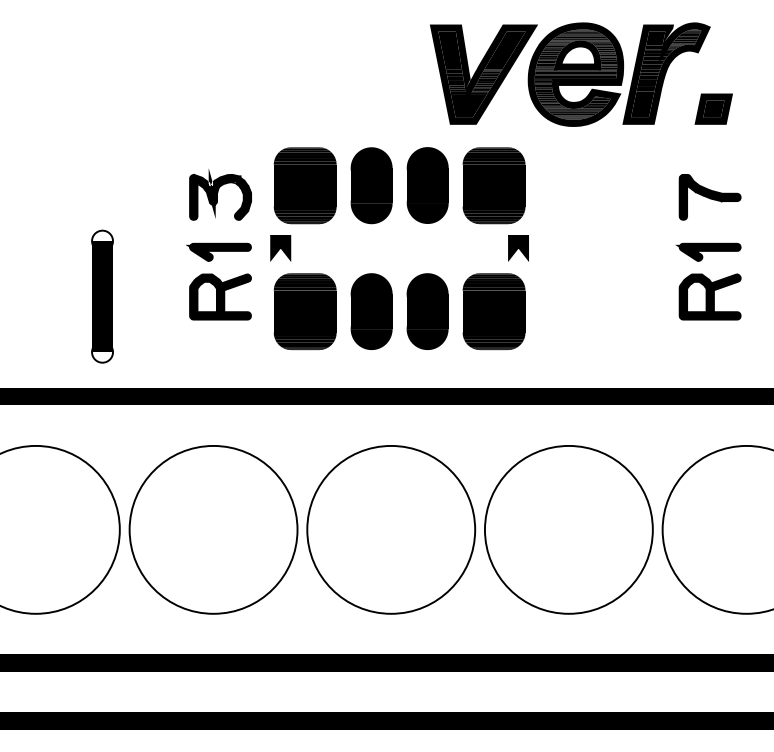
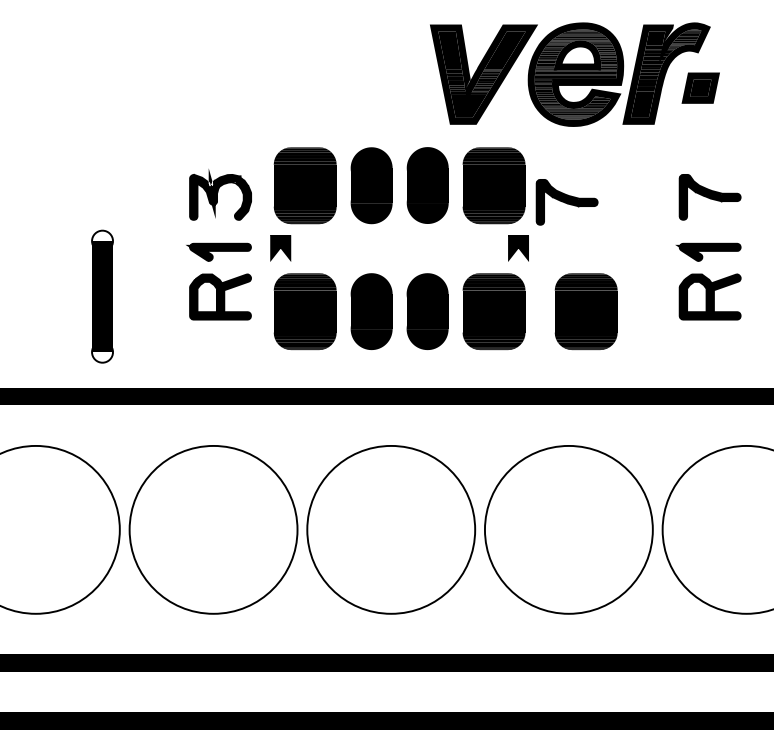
part at (713, 108) position: (713, 108) -> (700, 87)
part at (566, 202): none -> present
part at (585, 311): none -> present
